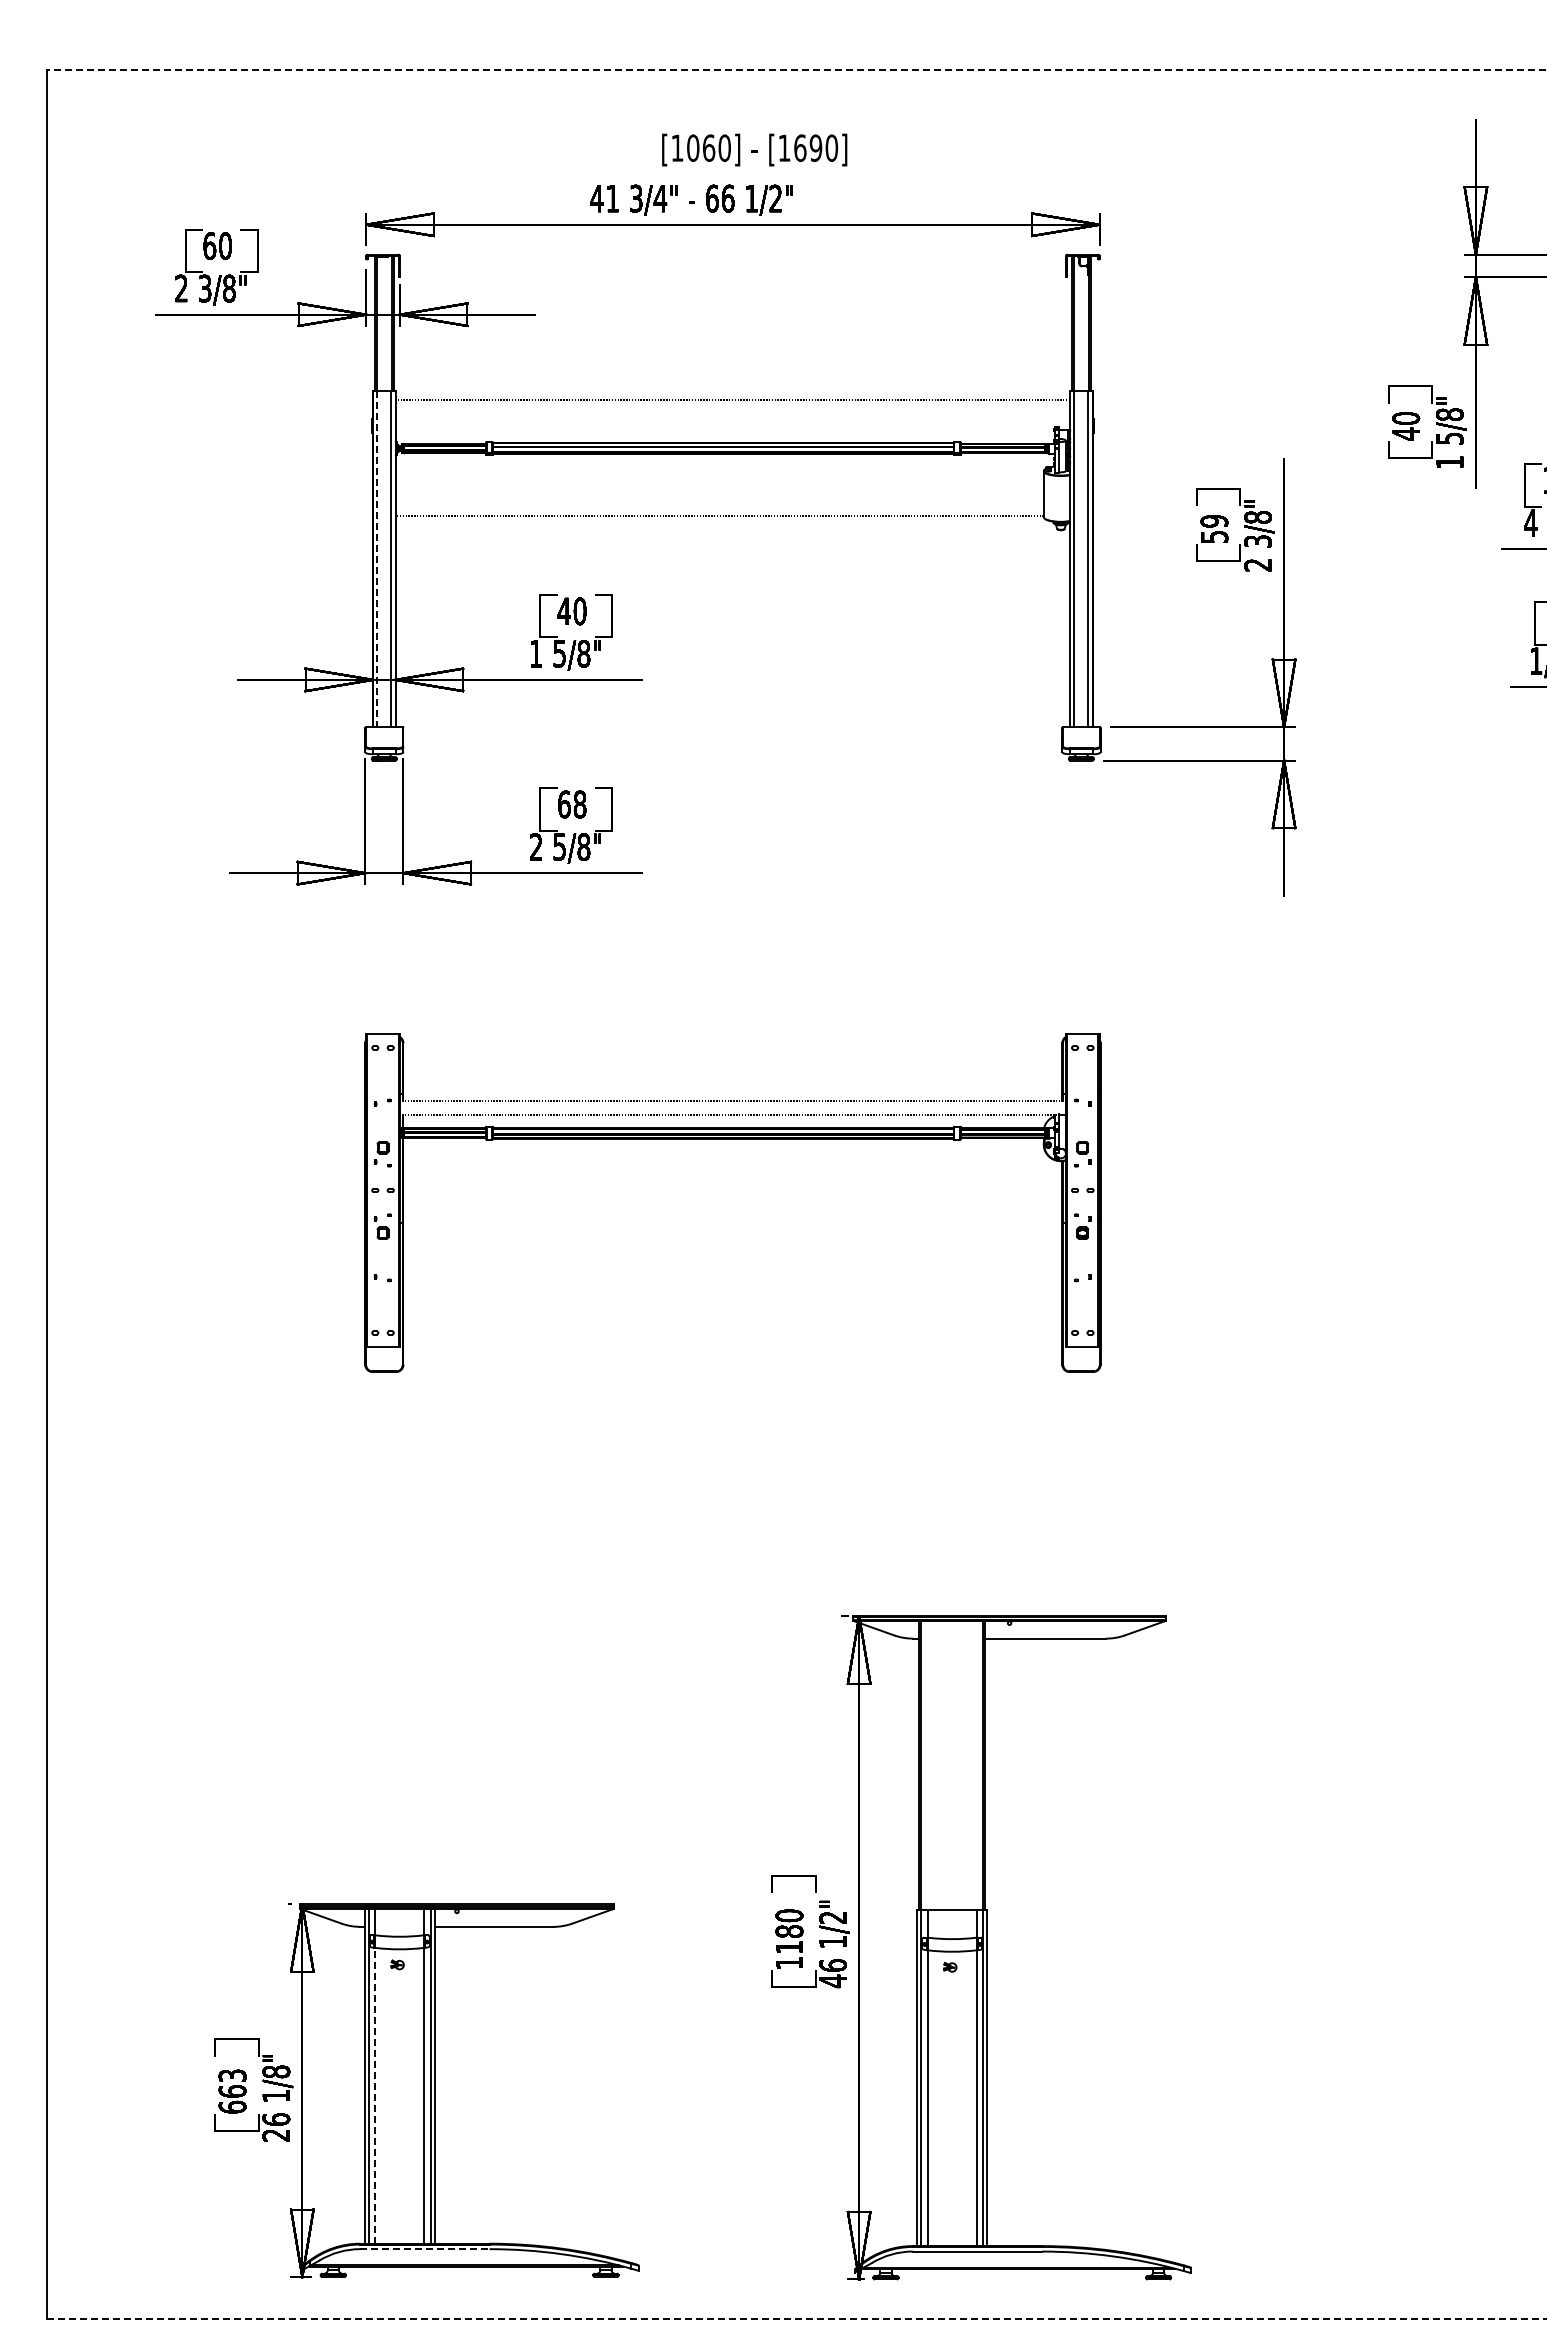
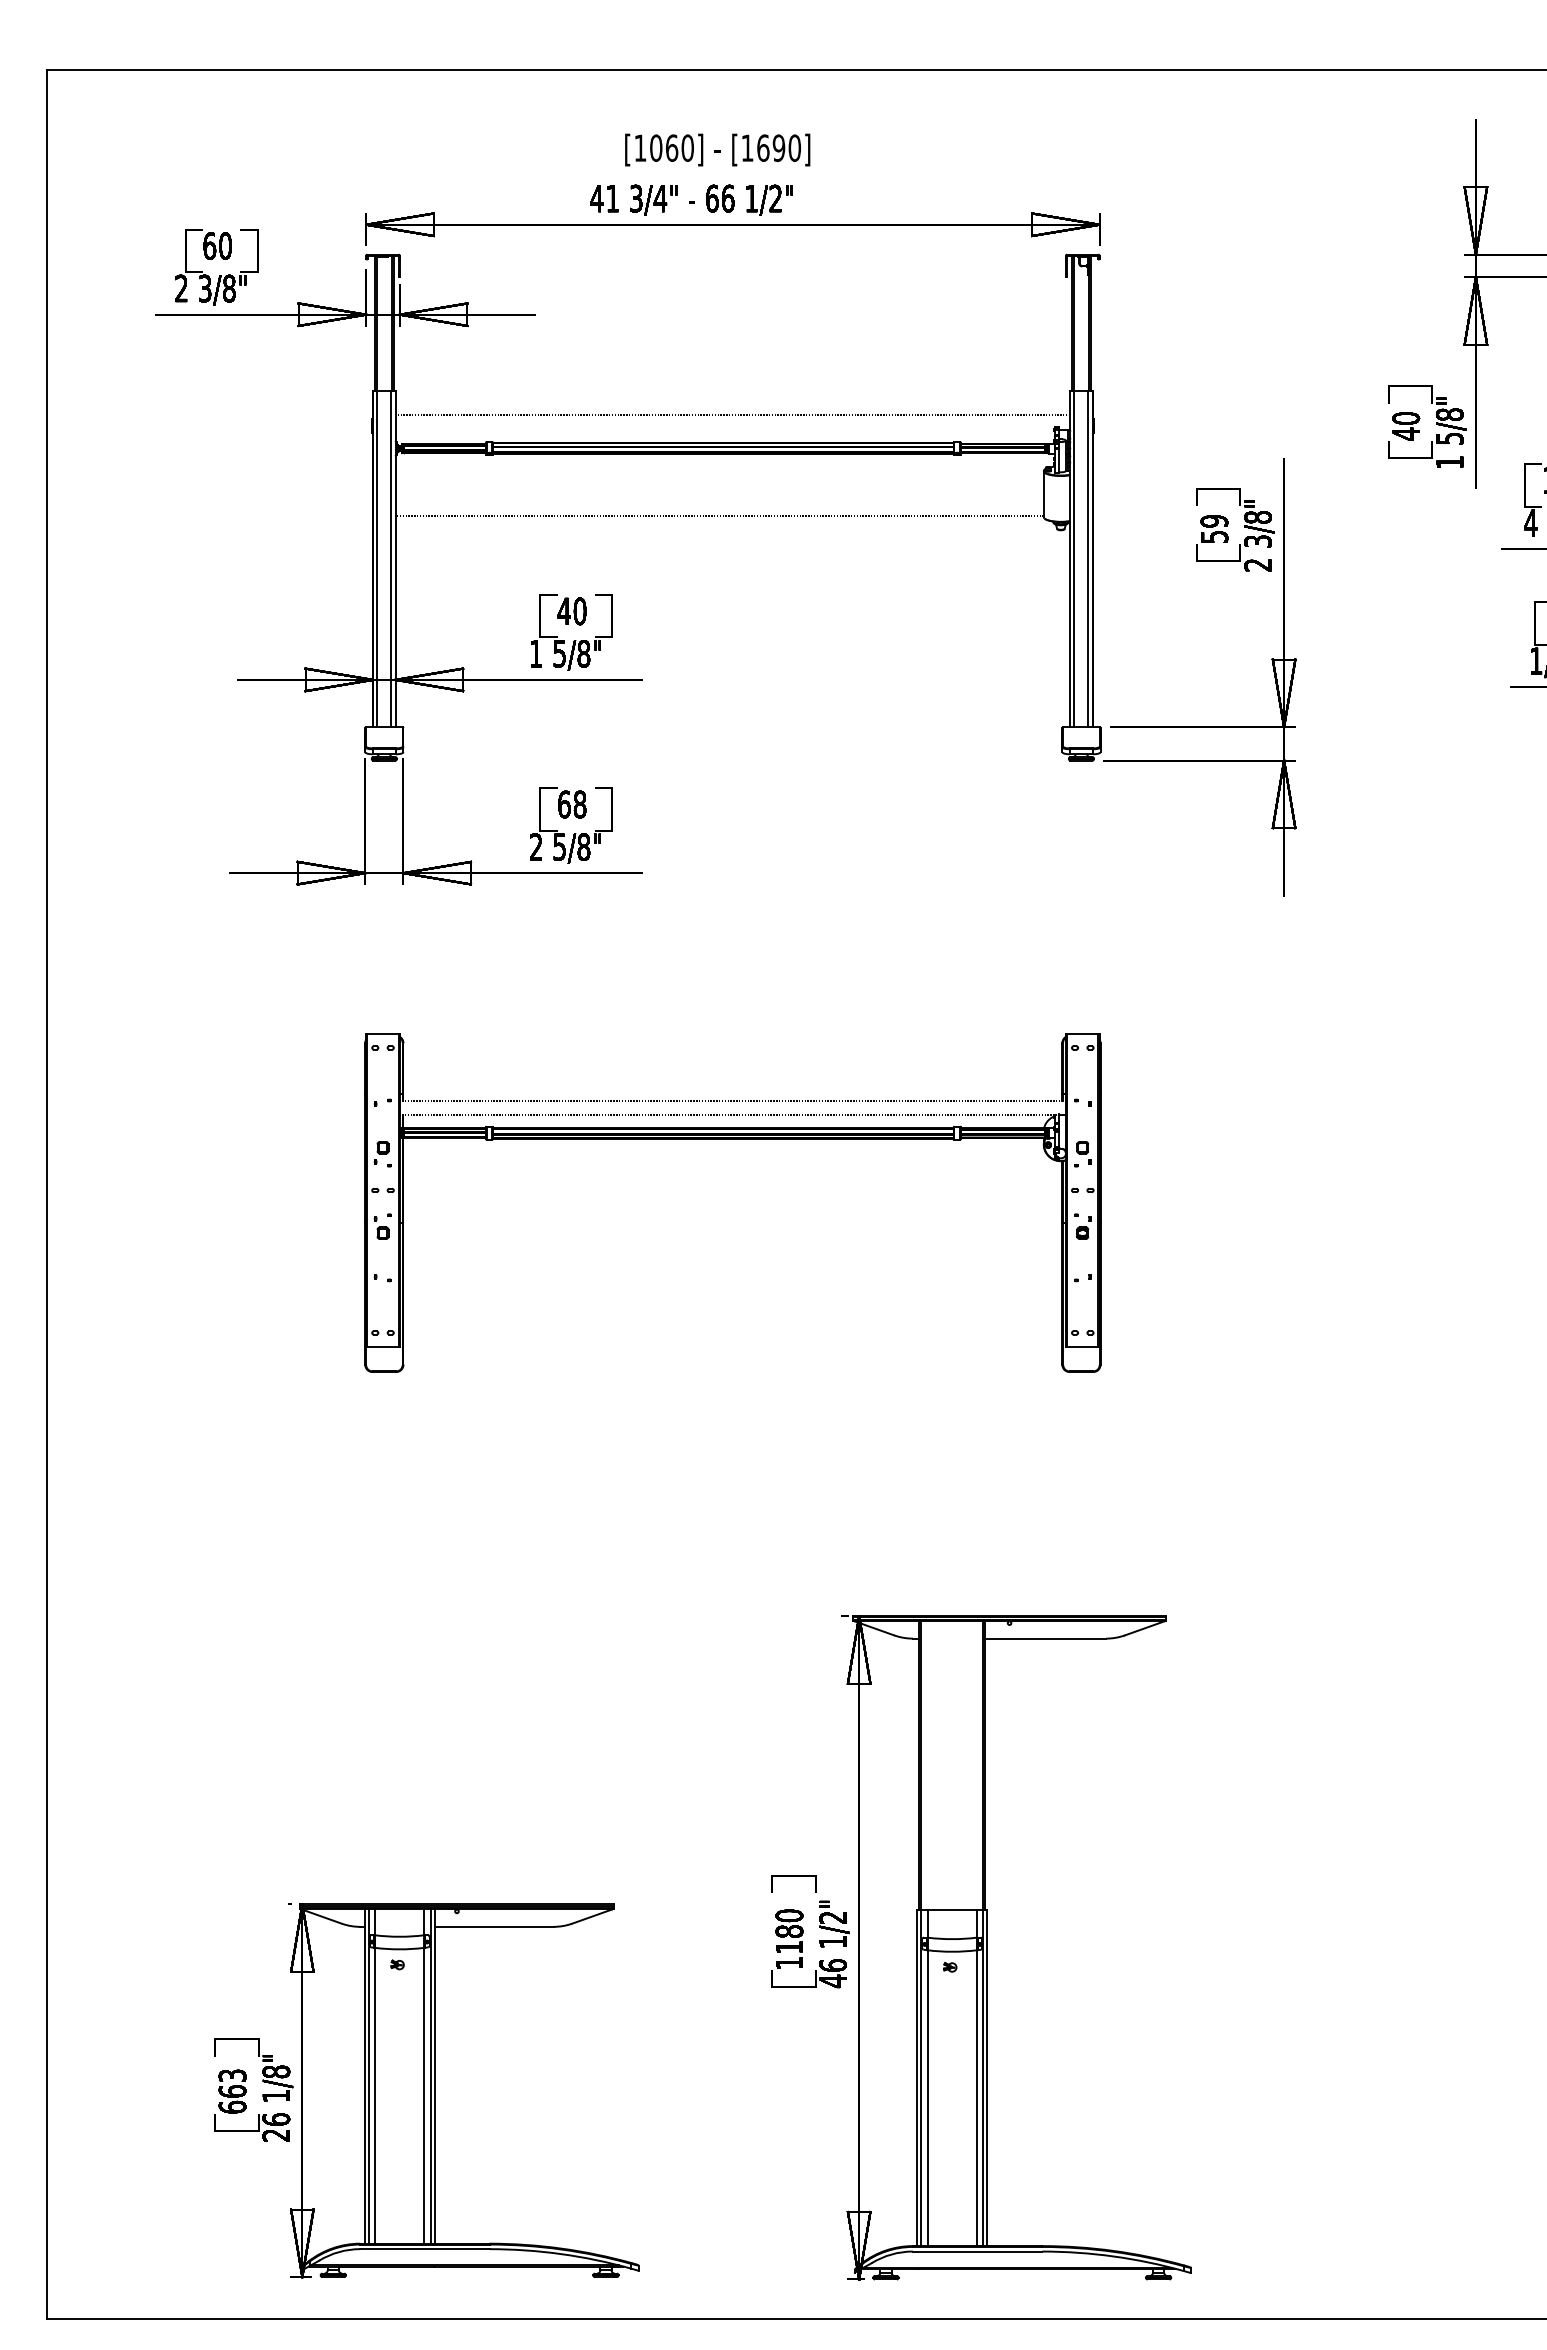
line at (796, 70): dashed -> solid
text at (754, 149) position: (754, 149) -> (717, 149)
line at (732, 400) position: (732, 400) -> (732, 415)
line at (377, 559): dashed -> solid
line at (375, 2095): dashed -> solid
line at (424, 2249): dashed -> solid
line at (796, 2319): dashed -> solid
